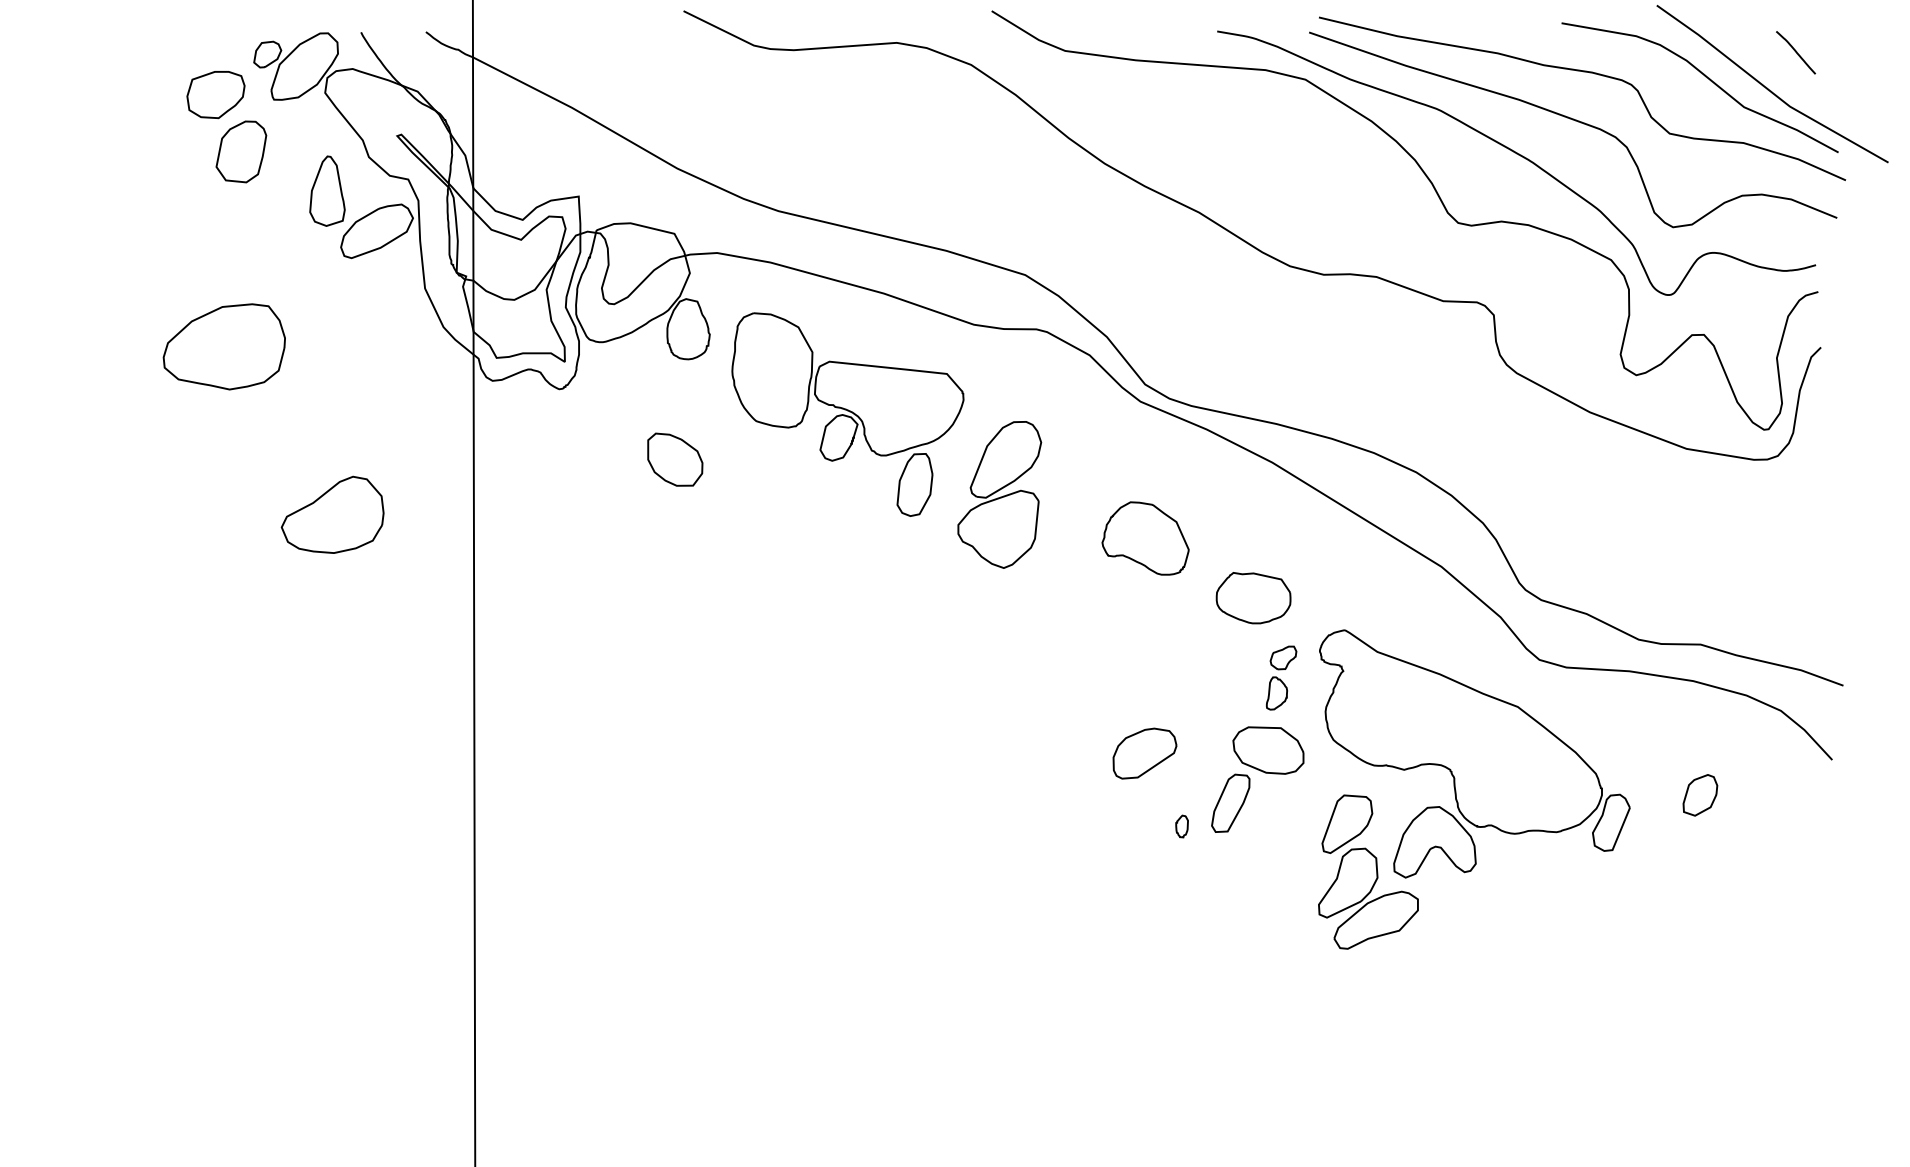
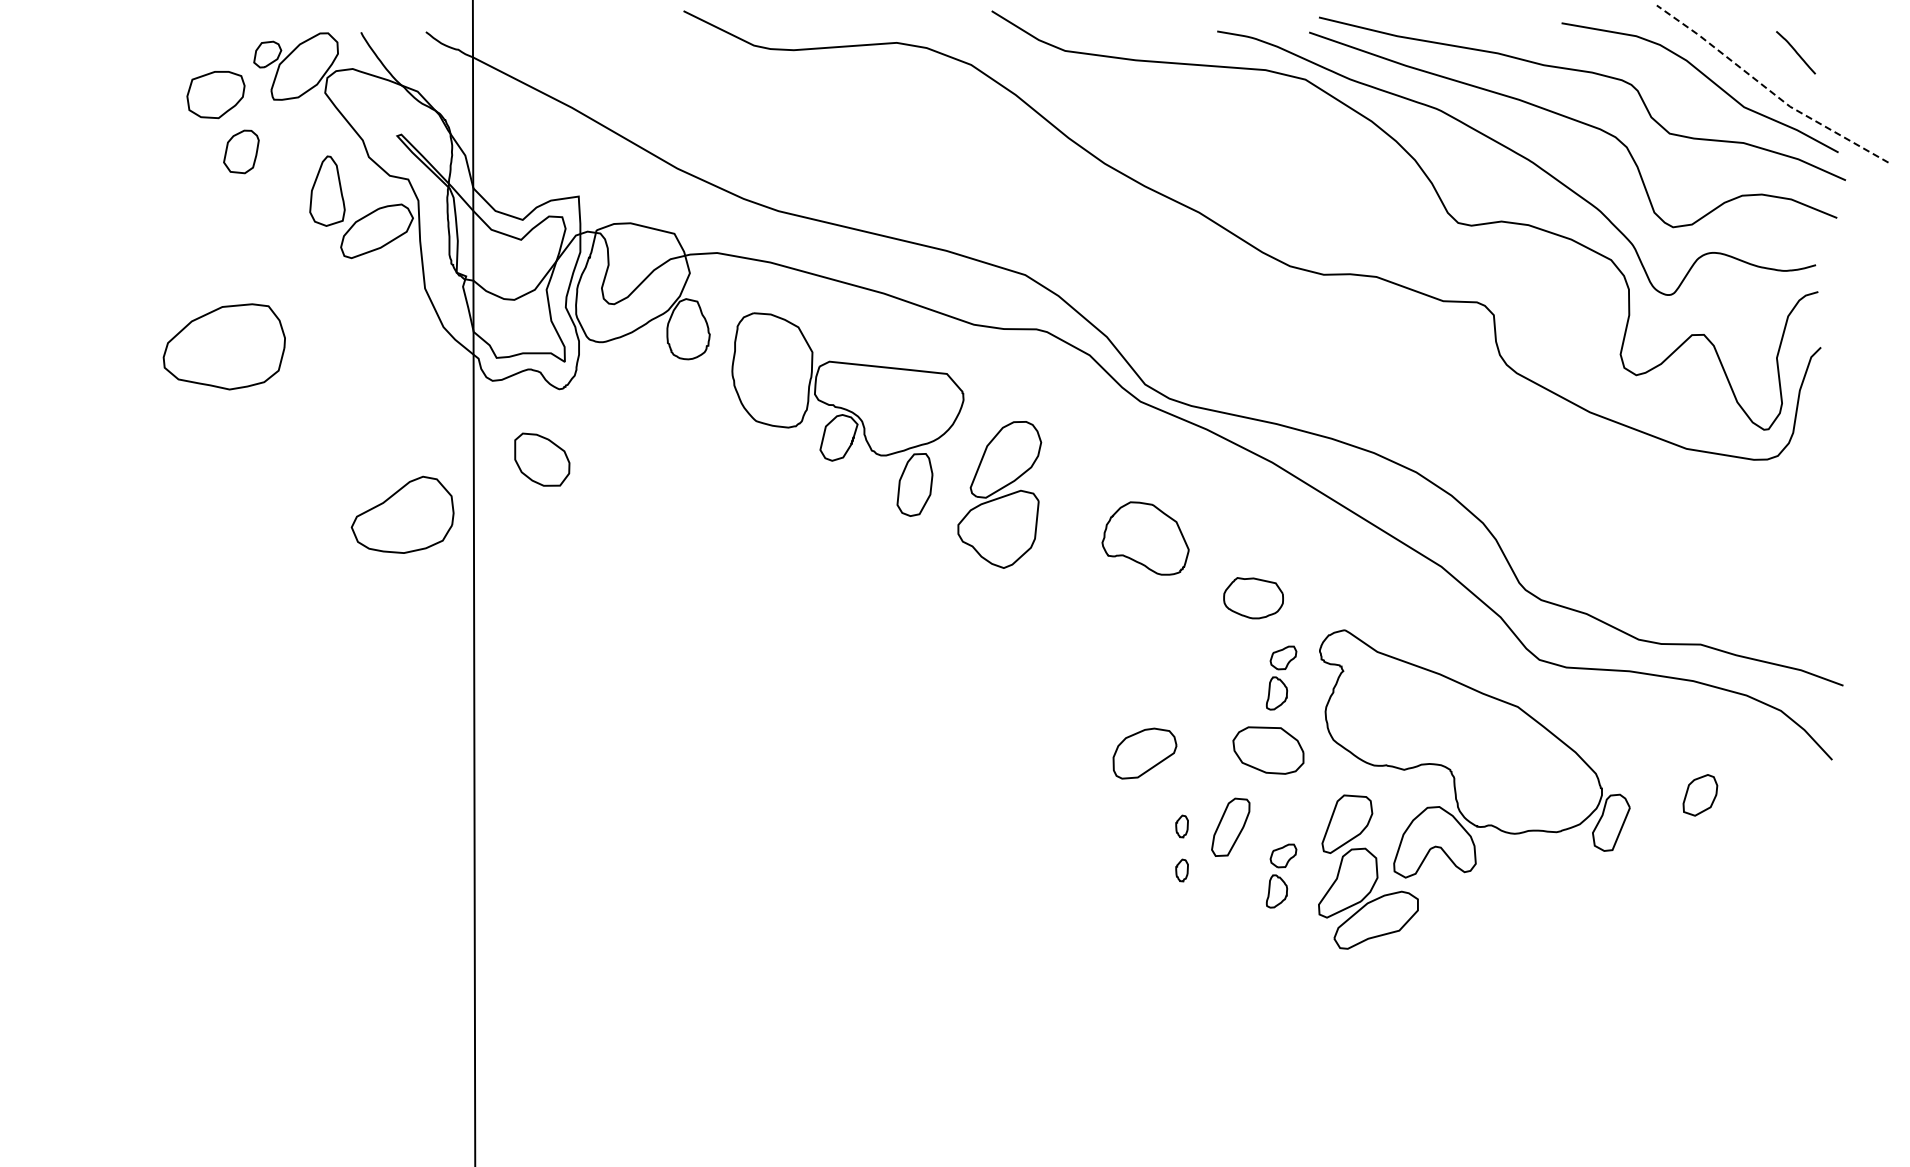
line at (1768, 89): solid -> dashed
part at (241, 151) size: 53x64 px -> 37x46 px
part at (675, 459) position: (675, 459) -> (542, 459)
part at (332, 514) position: (332, 514) -> (402, 514)
part at (1253, 598) size: 77x53 px -> 61x43 px
part at (1230, 802) position: (1230, 802) -> (1230, 826)
part at (1181, 870): none -> present
part at (1281, 875): none -> present
